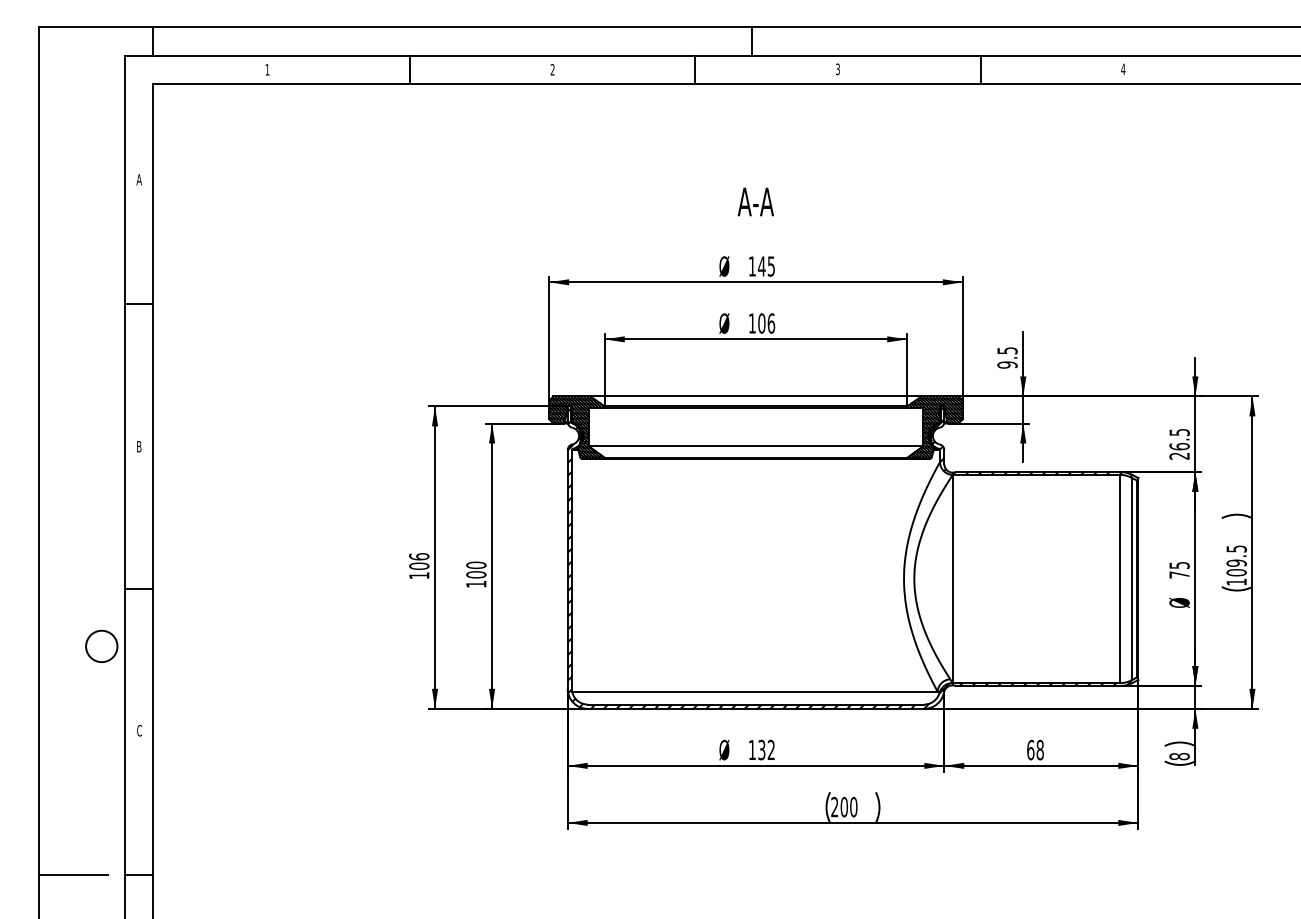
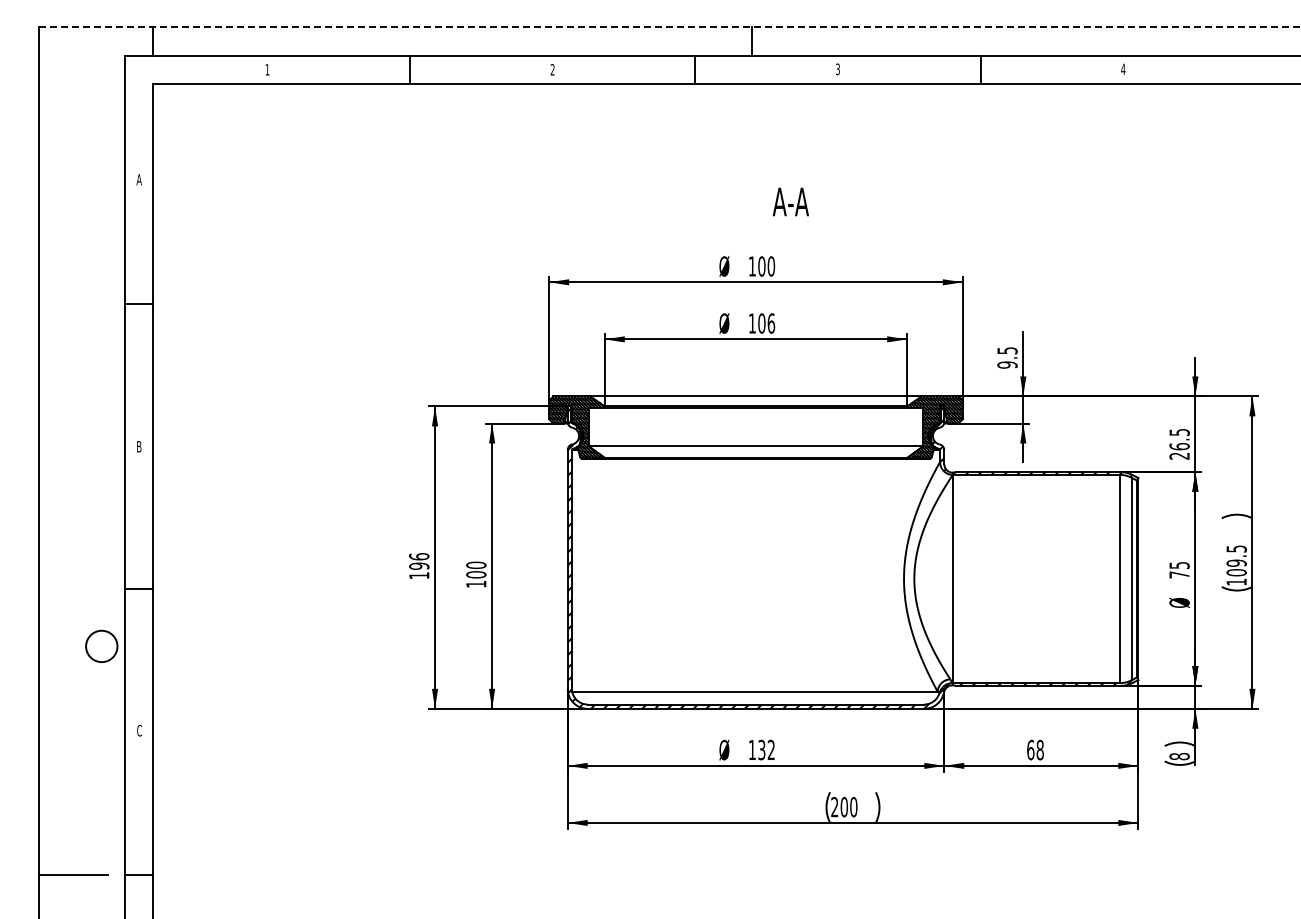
line at (669, 27): solid -> dashed
text at (755, 201) position: (755, 201) -> (790, 201)
text at (766, 266): 145 -> 100
text at (419, 565): 106 -> 196
